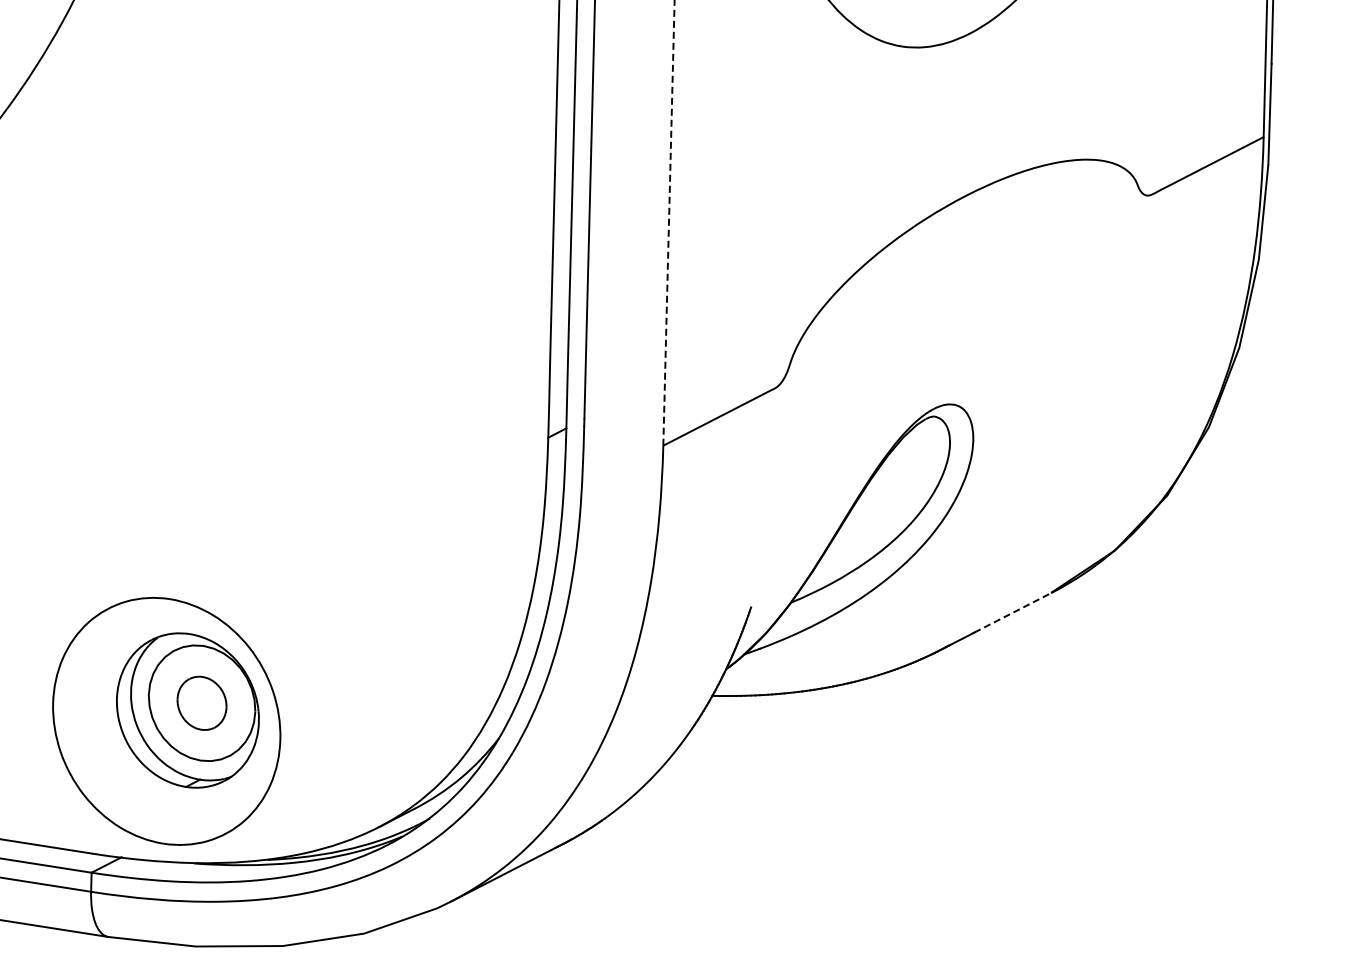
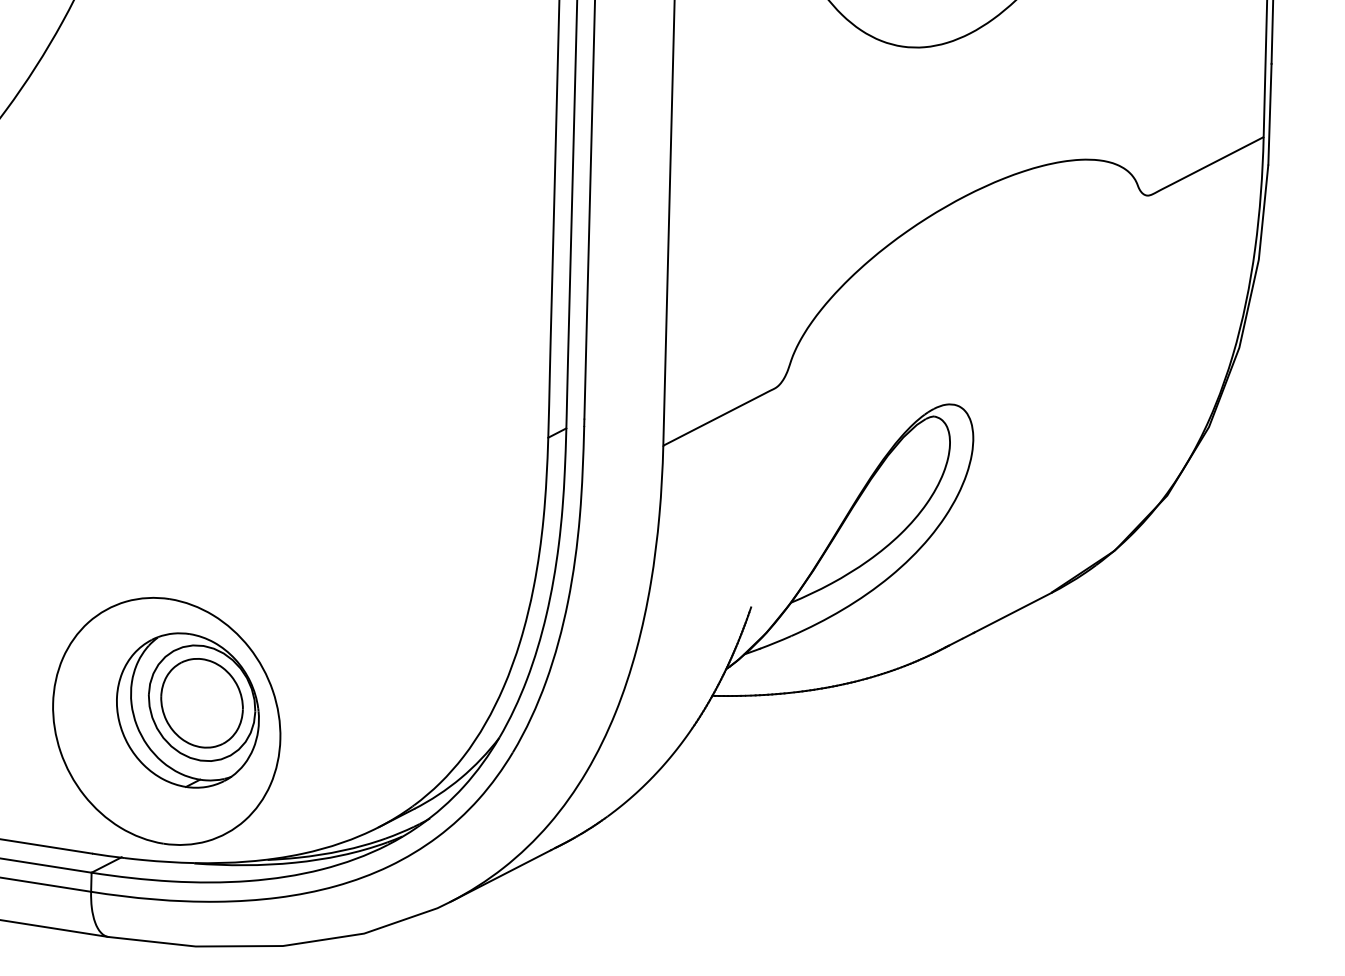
line at (668, 222): dashed -> solid
line at (1013, 612): dashed -> solid
part at (201, 702) size: 52x56 px -> 84x91 px
